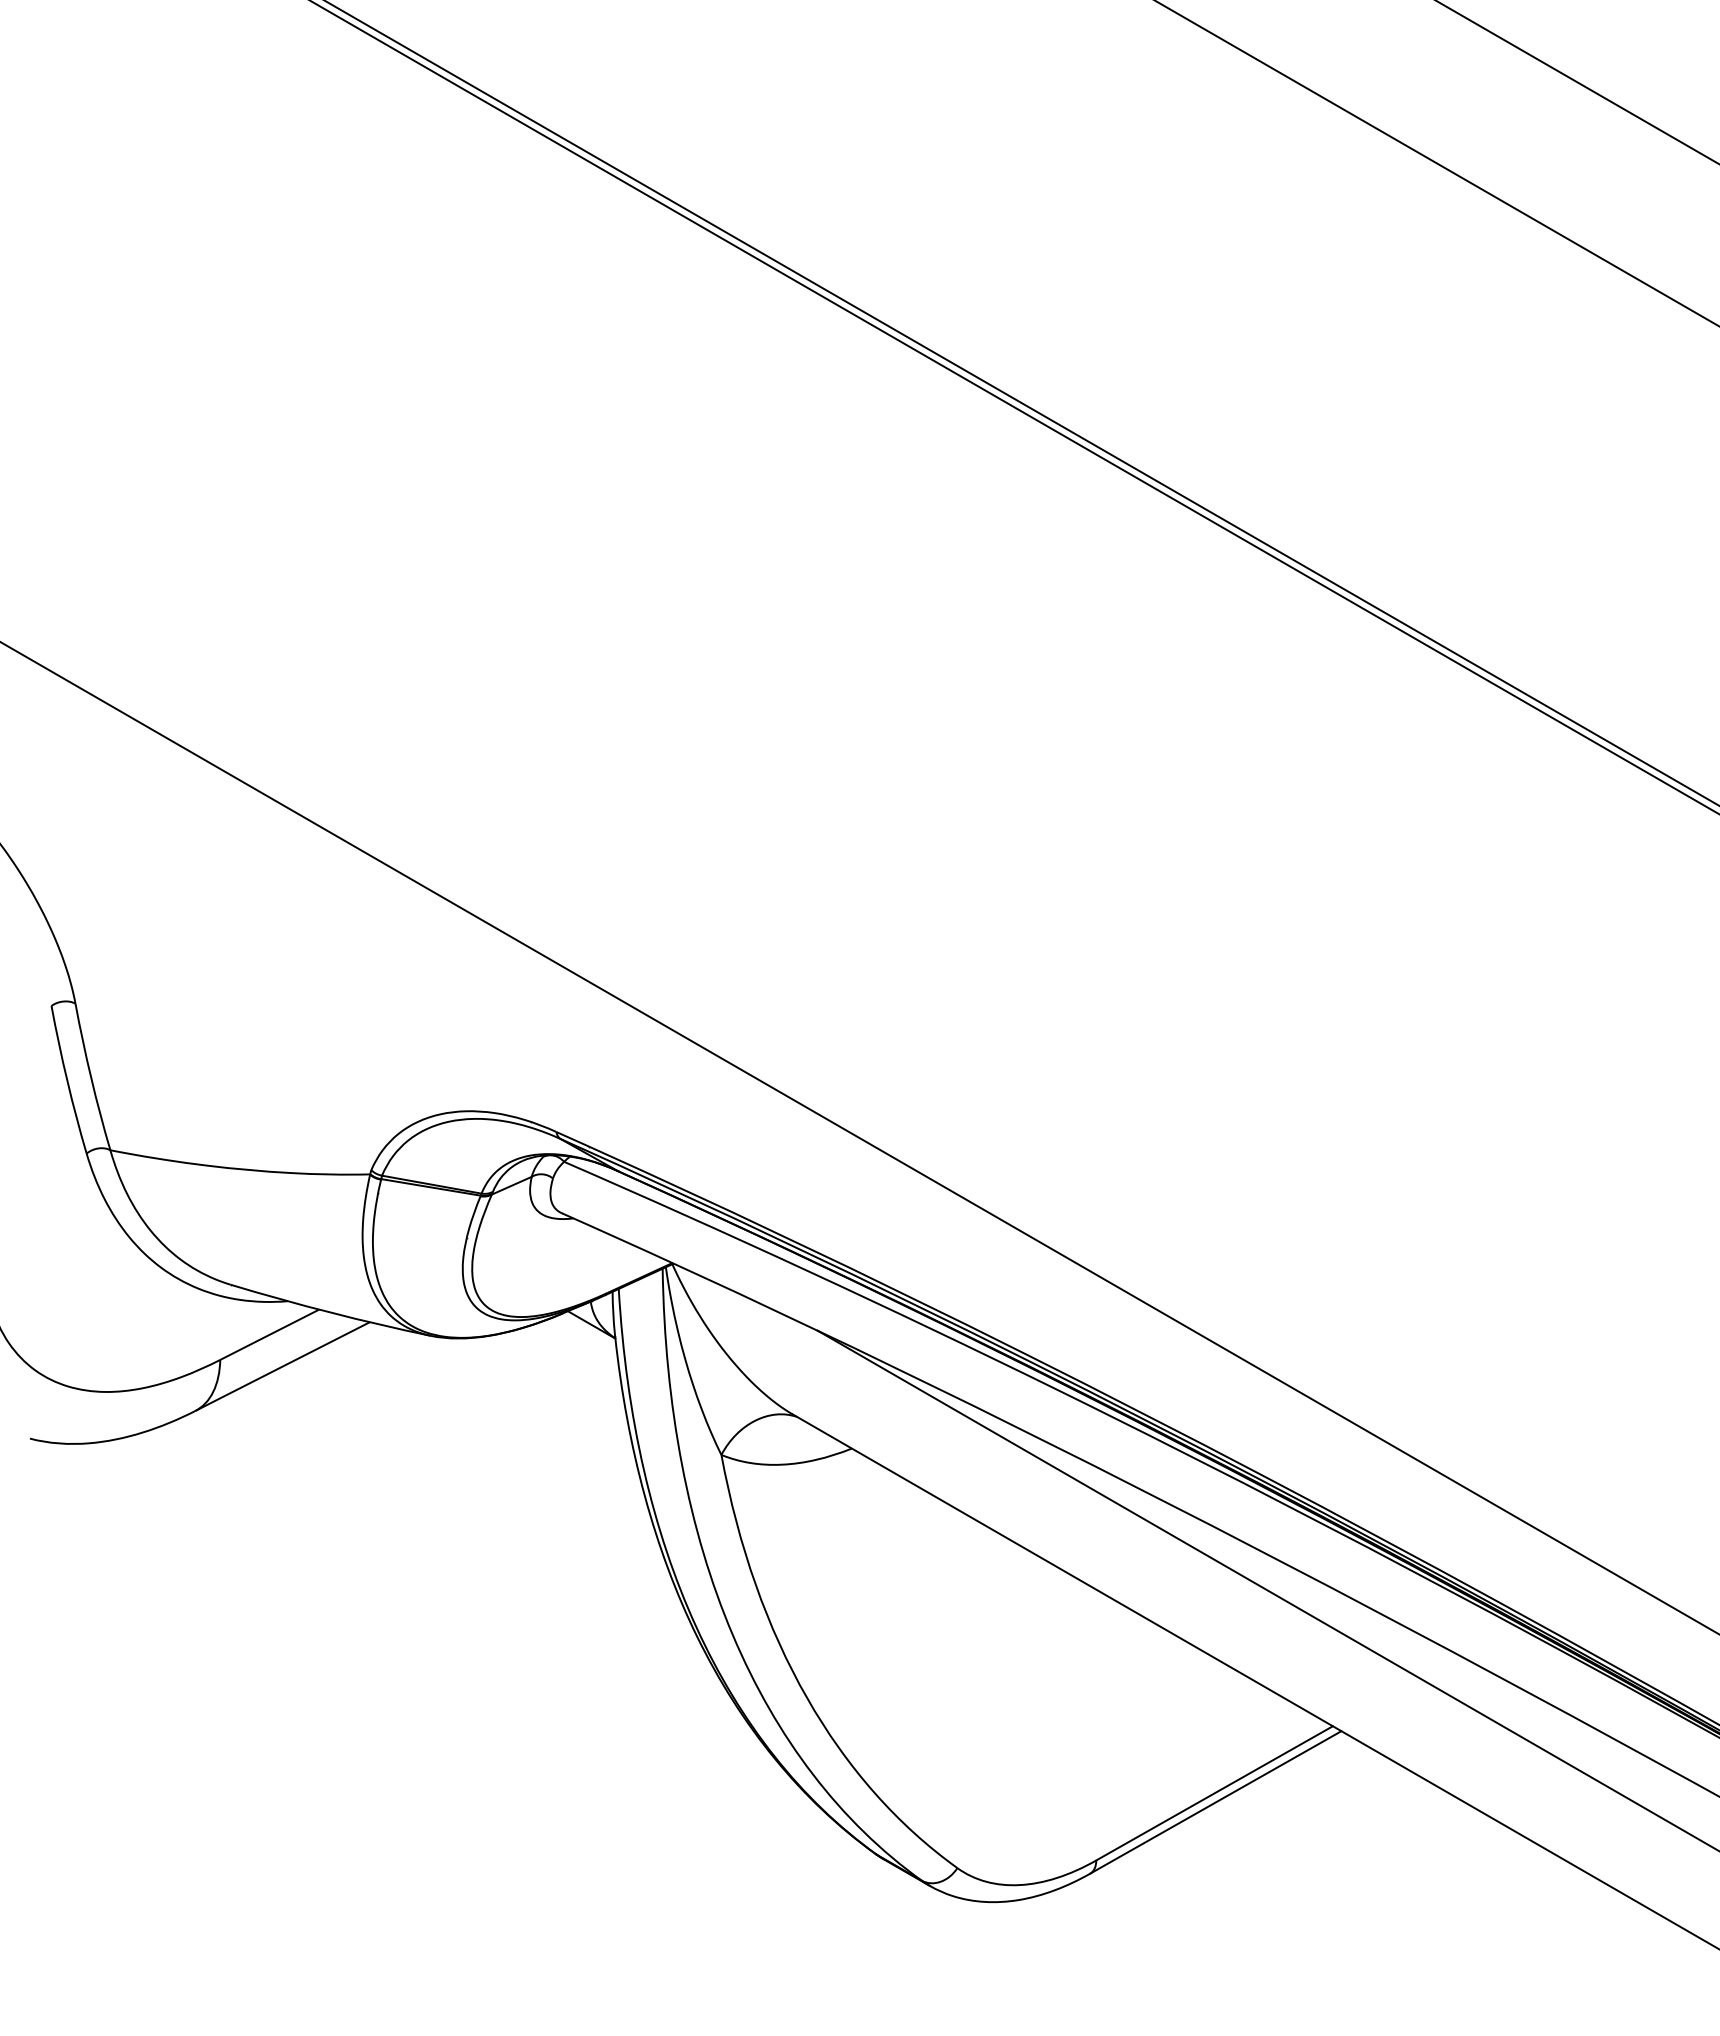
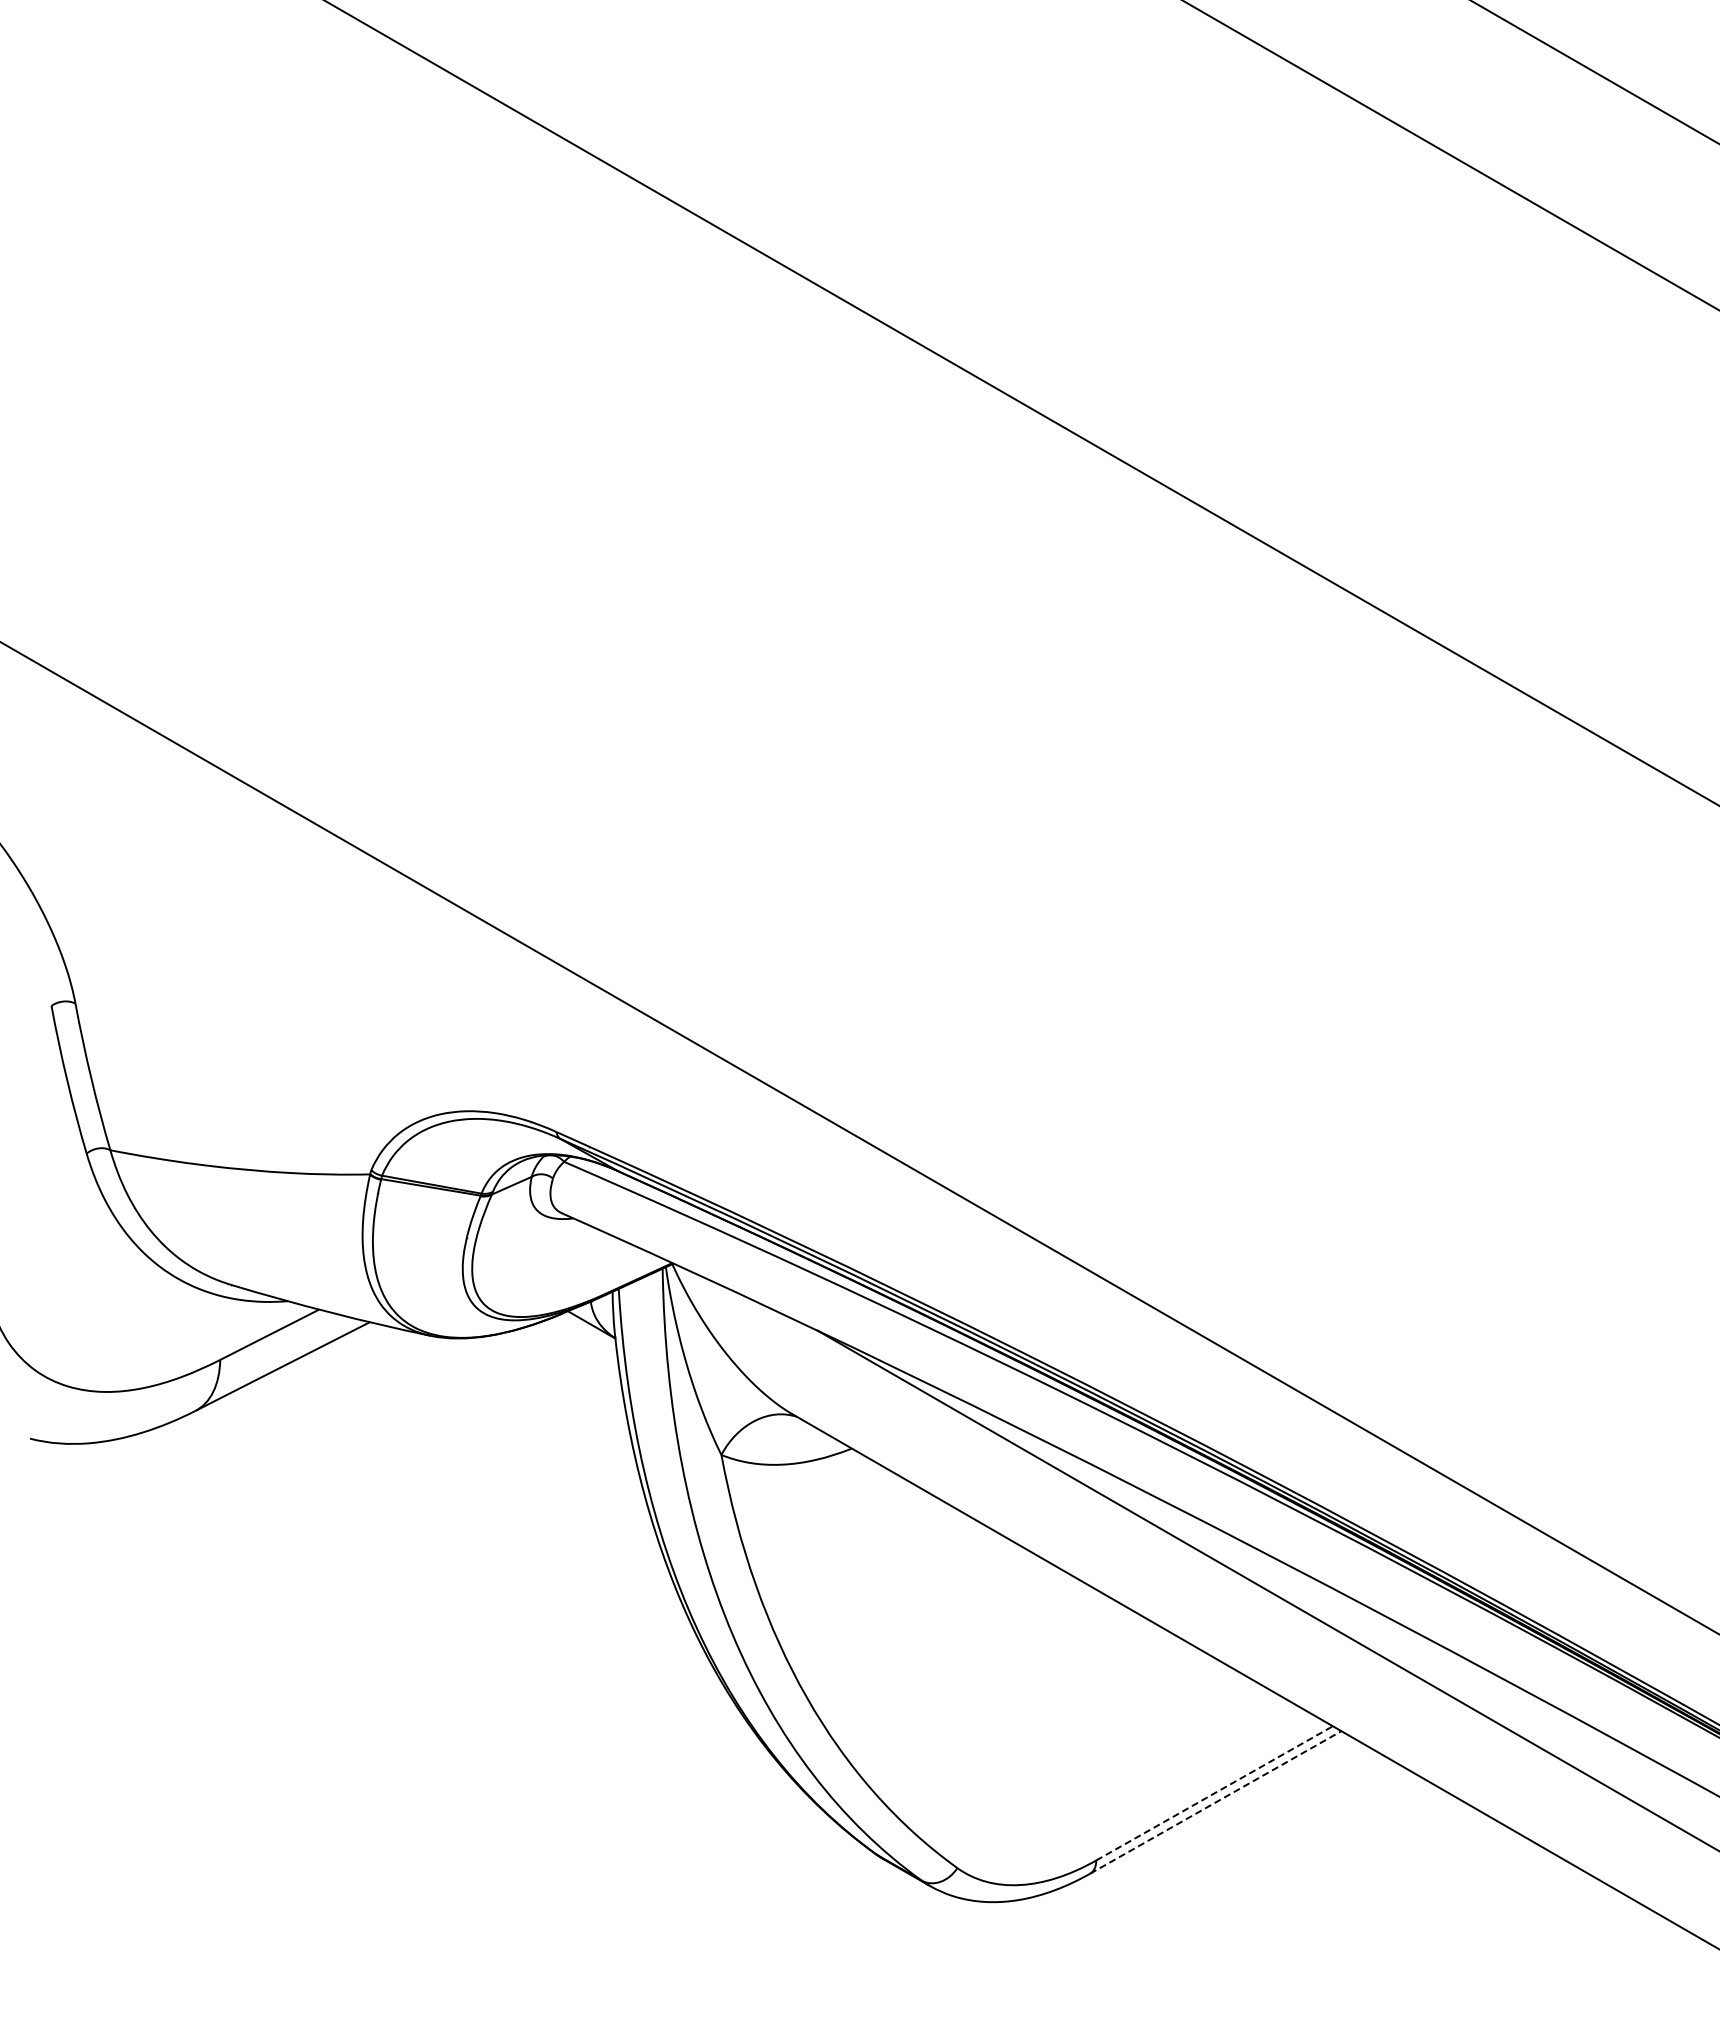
line at (1577, 82) position: (1577, 82) -> (1594, 72)
line at (1436, 163) position: (1436, 163) -> (1450, 155)
line at (1014, 407): present -> none
line at (1214, 1793): solid -> dashed
line at (1216, 1802): solid -> dashed
